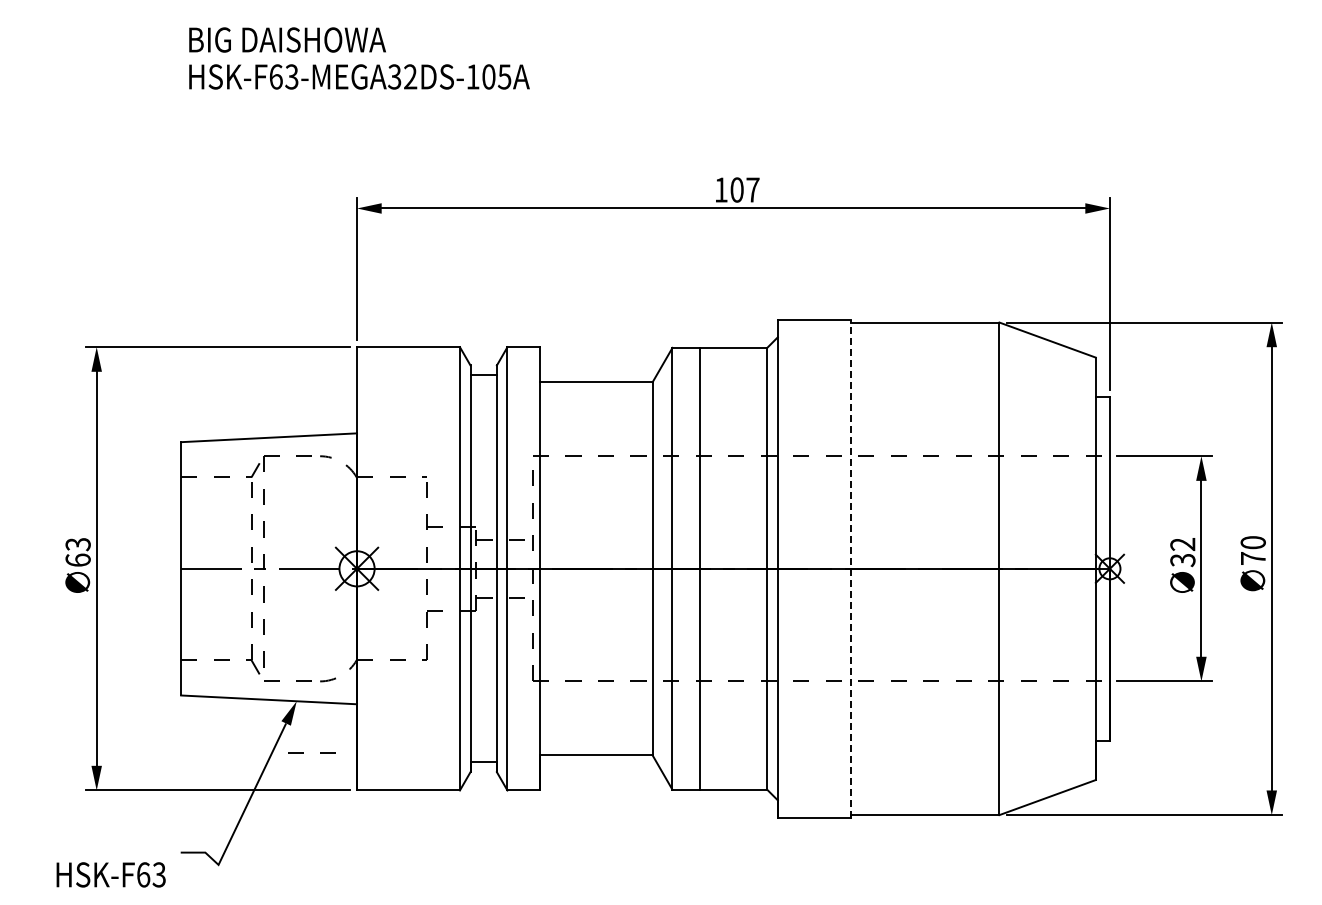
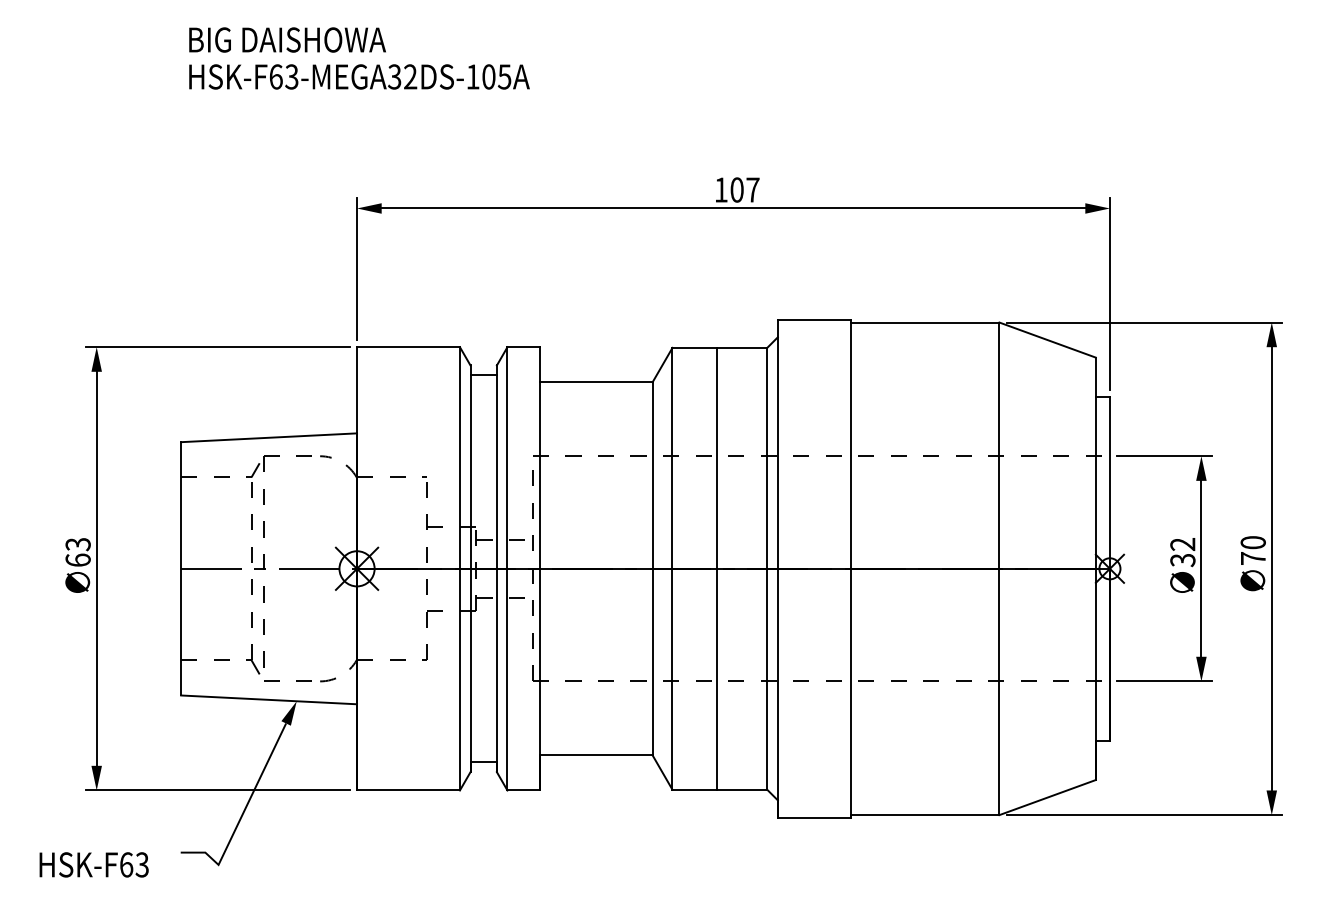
line at (700, 568) position: (700, 568) -> (717, 568)
line at (851, 568): dashed -> solid
line at (303, 752): present -> none
text at (110, 874) position: (110, 874) -> (93, 864)
